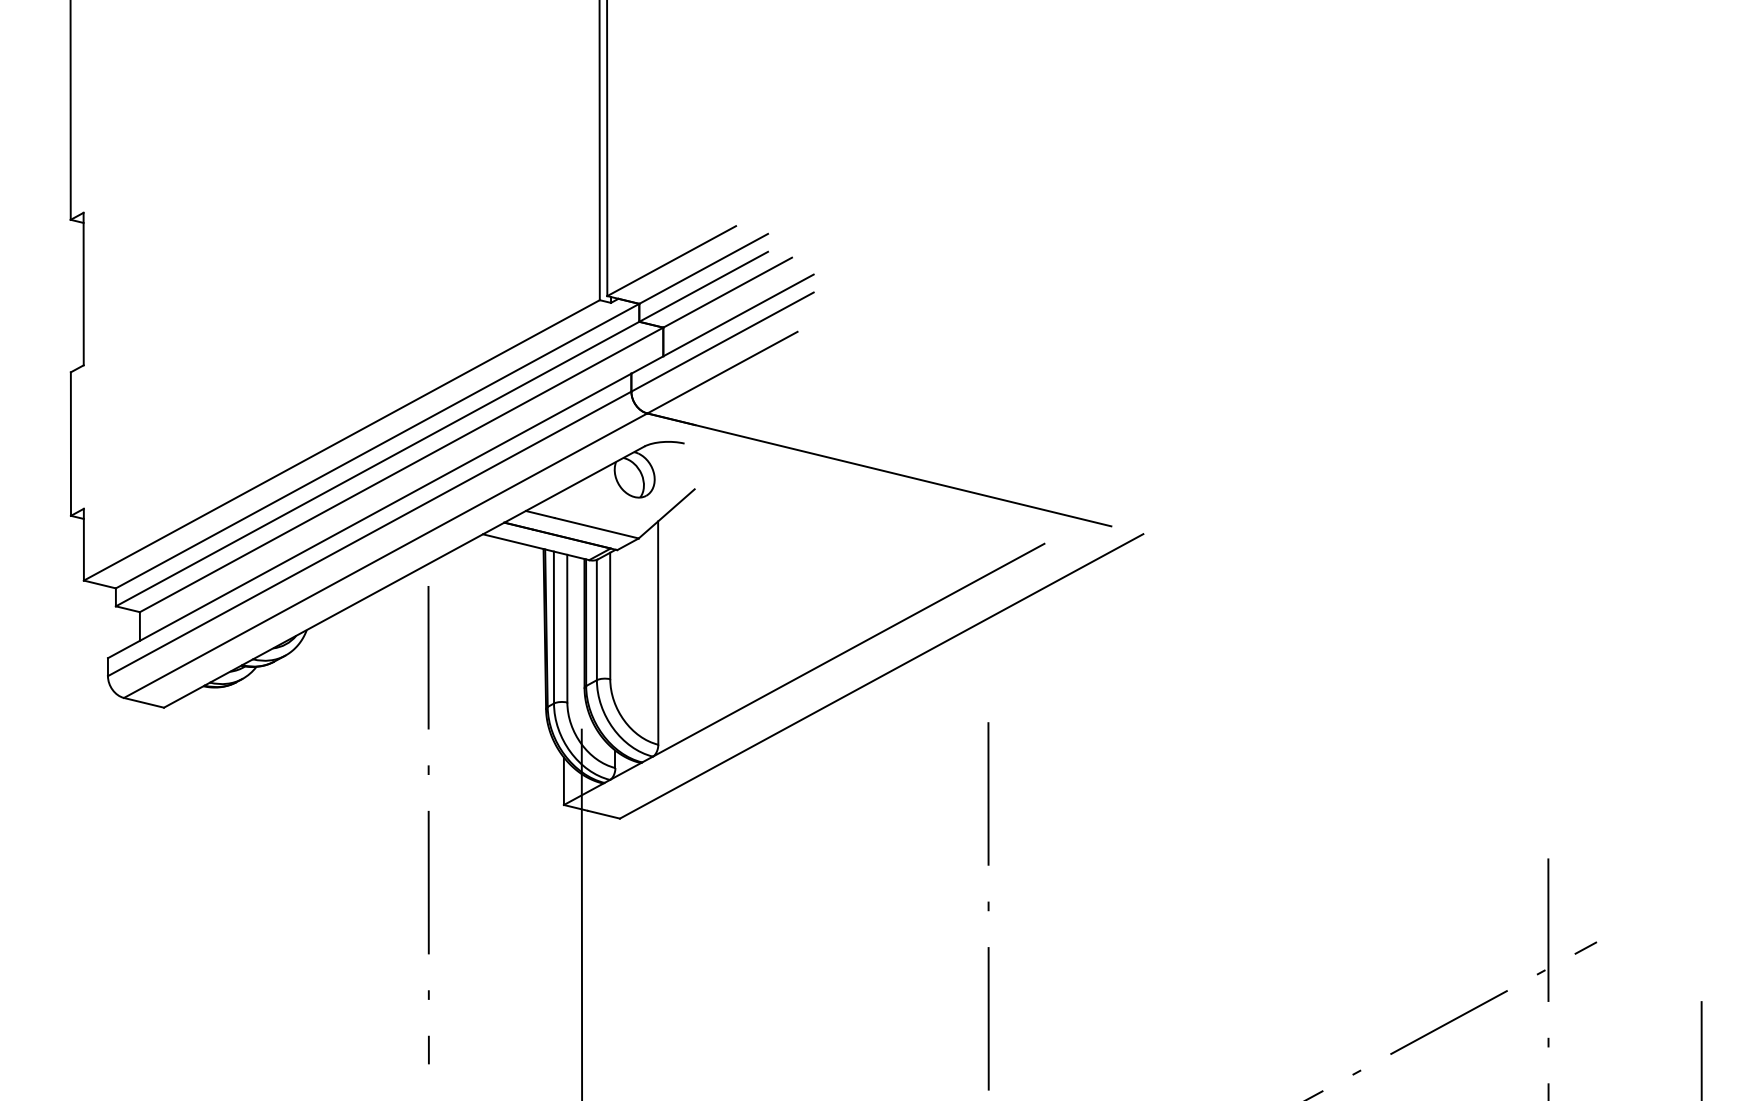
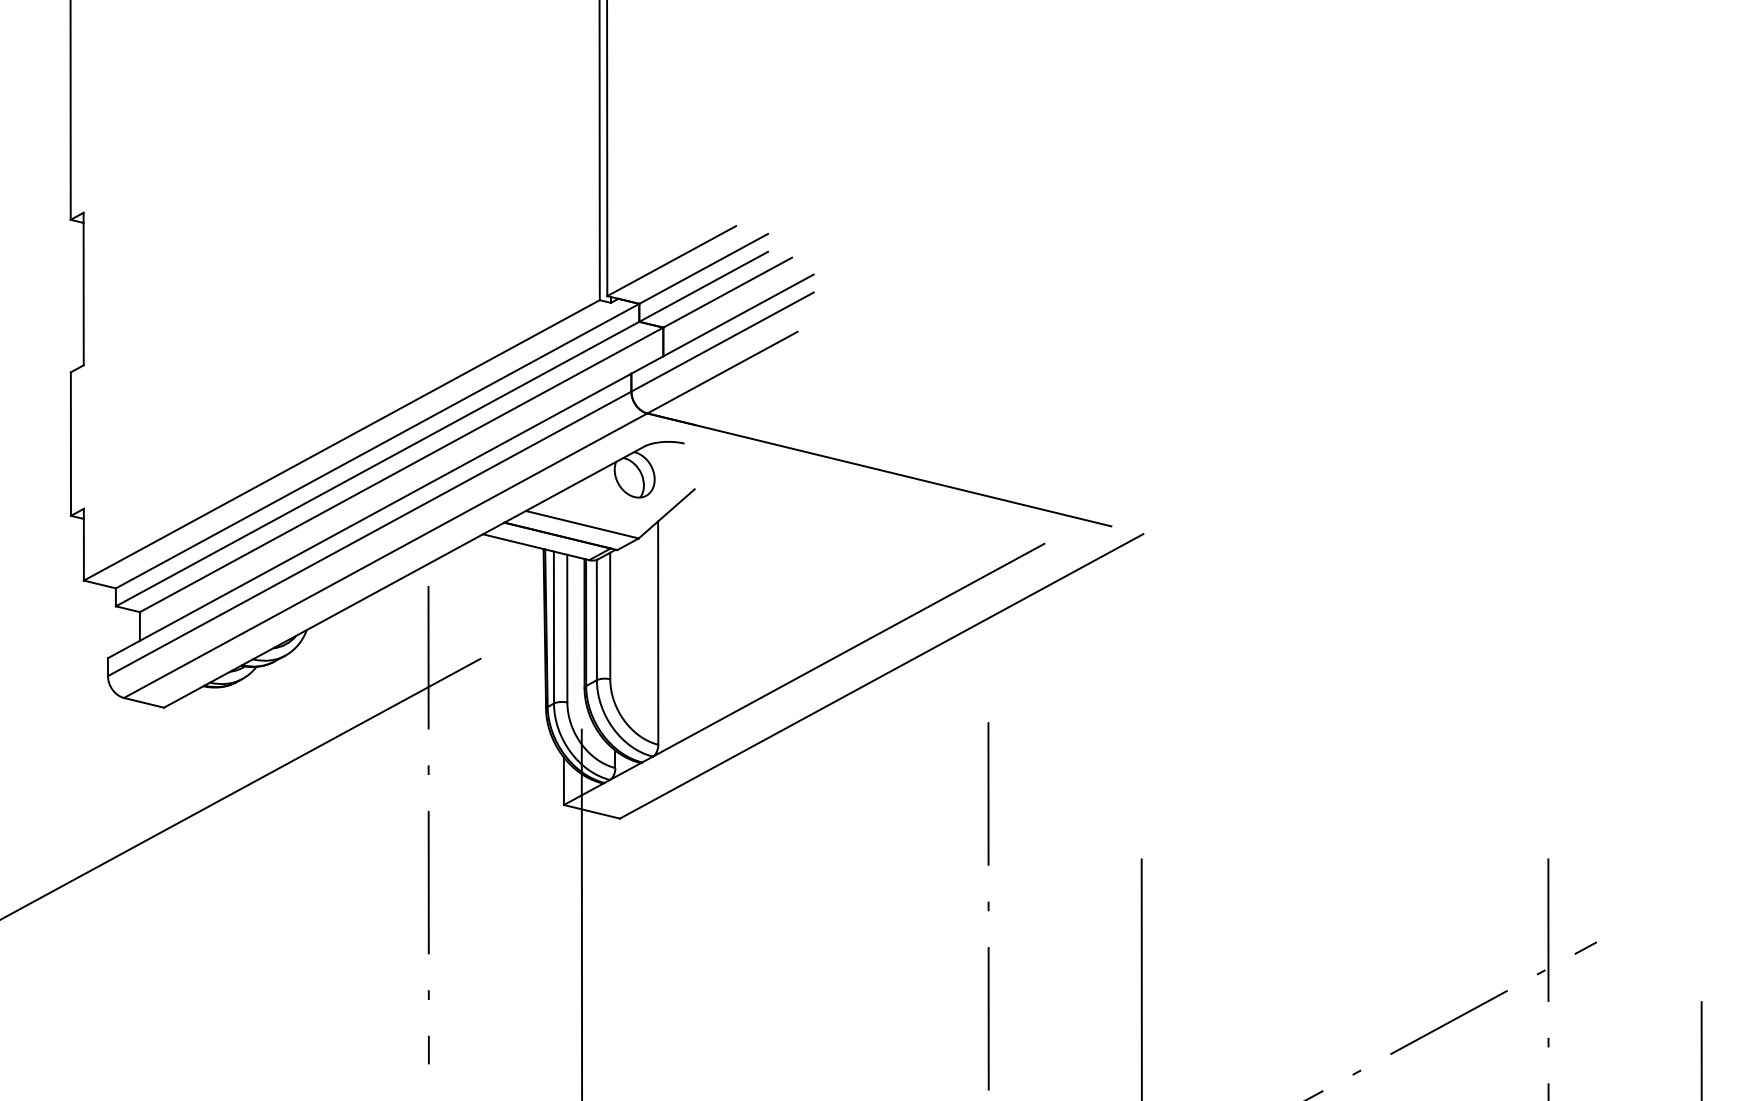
line at (241, 788): none -> present
line at (1141, 977): none -> present
